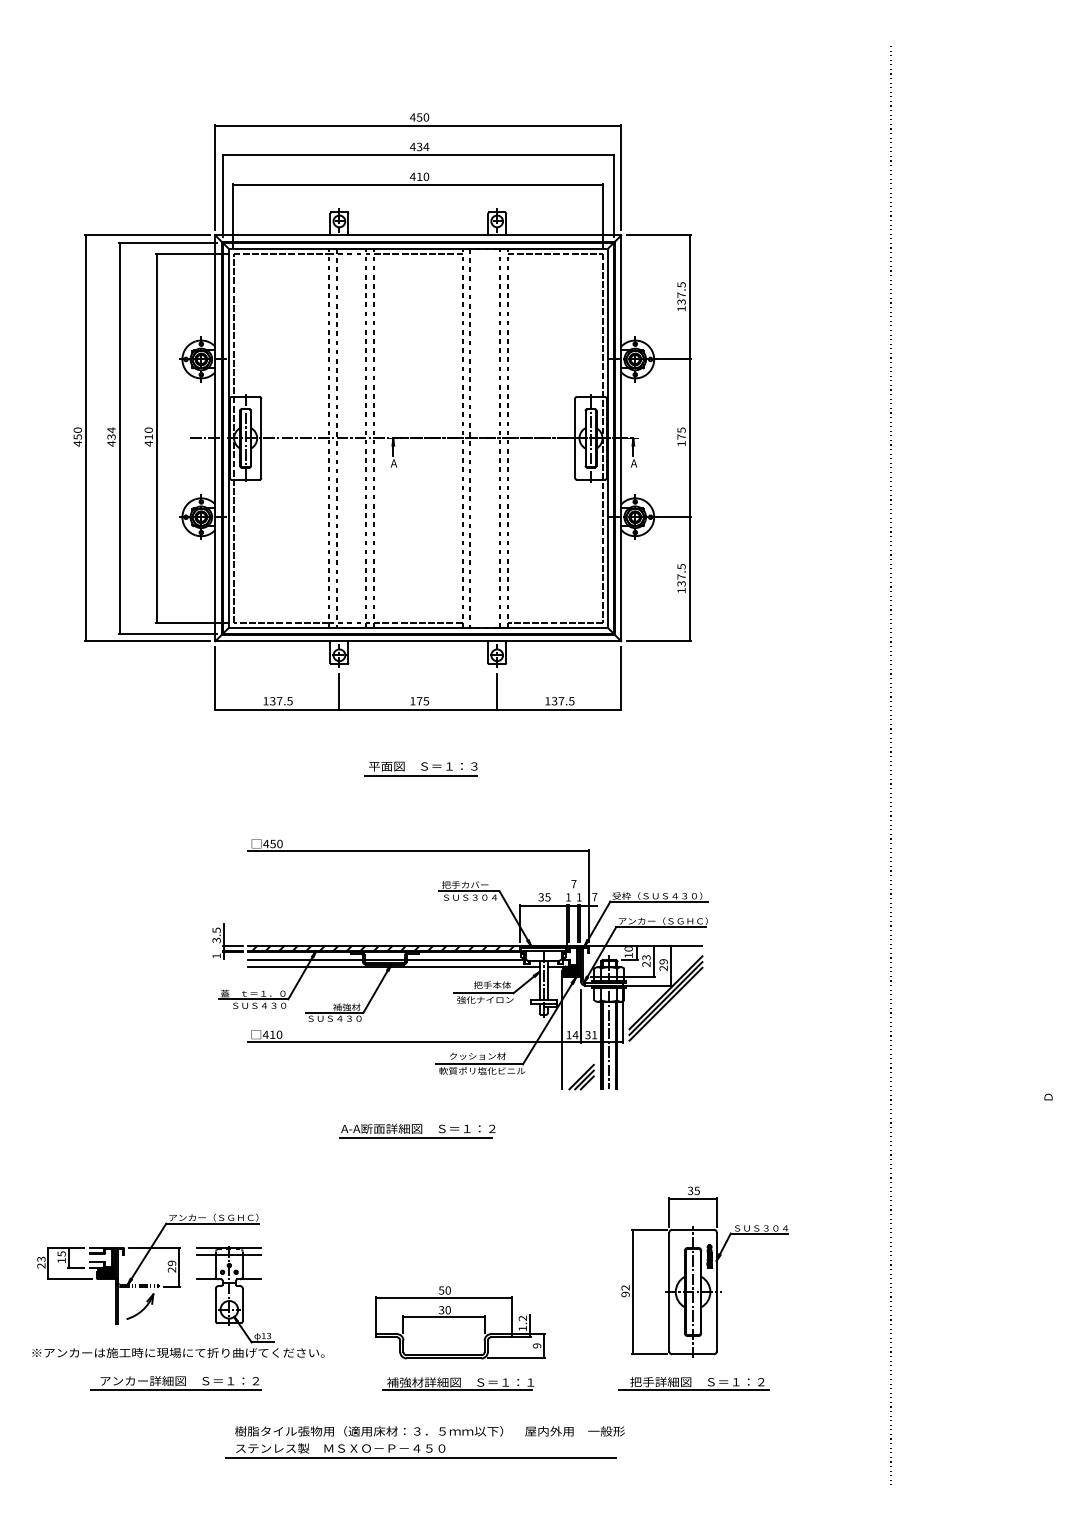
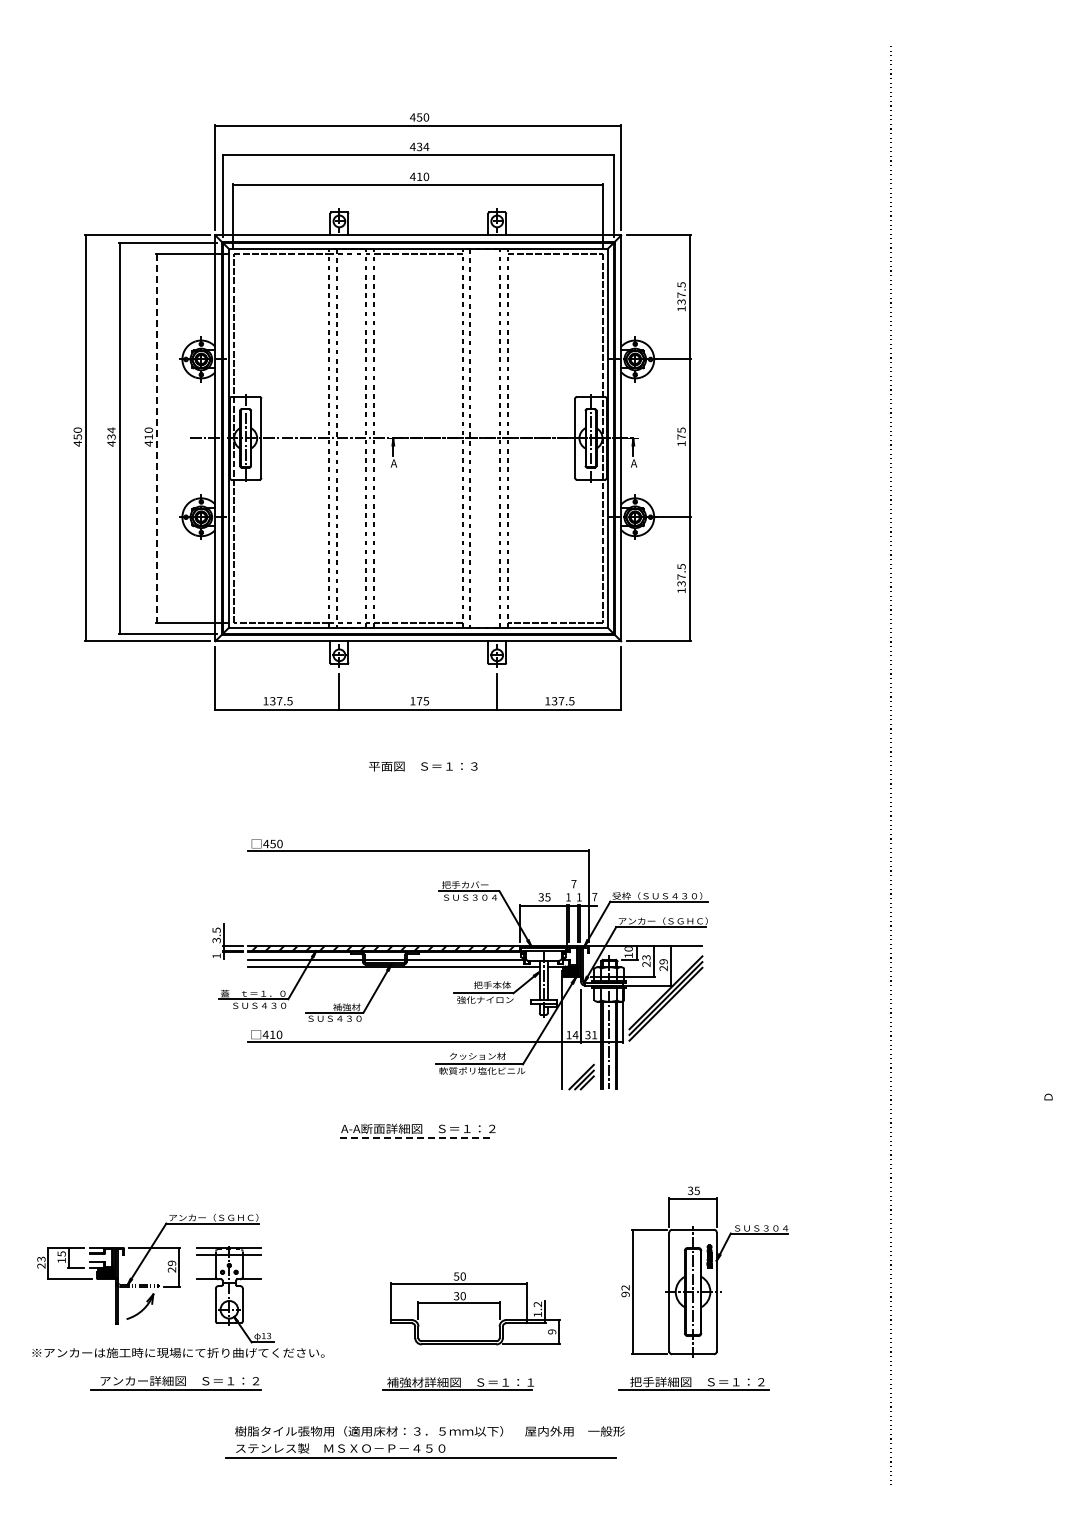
line at (157, 438): solid -> dashed
line at (420, 775): present -> none
line at (416, 1137): solid -> dashed
part at (460, 1322) position: (460, 1322) -> (475, 1308)
